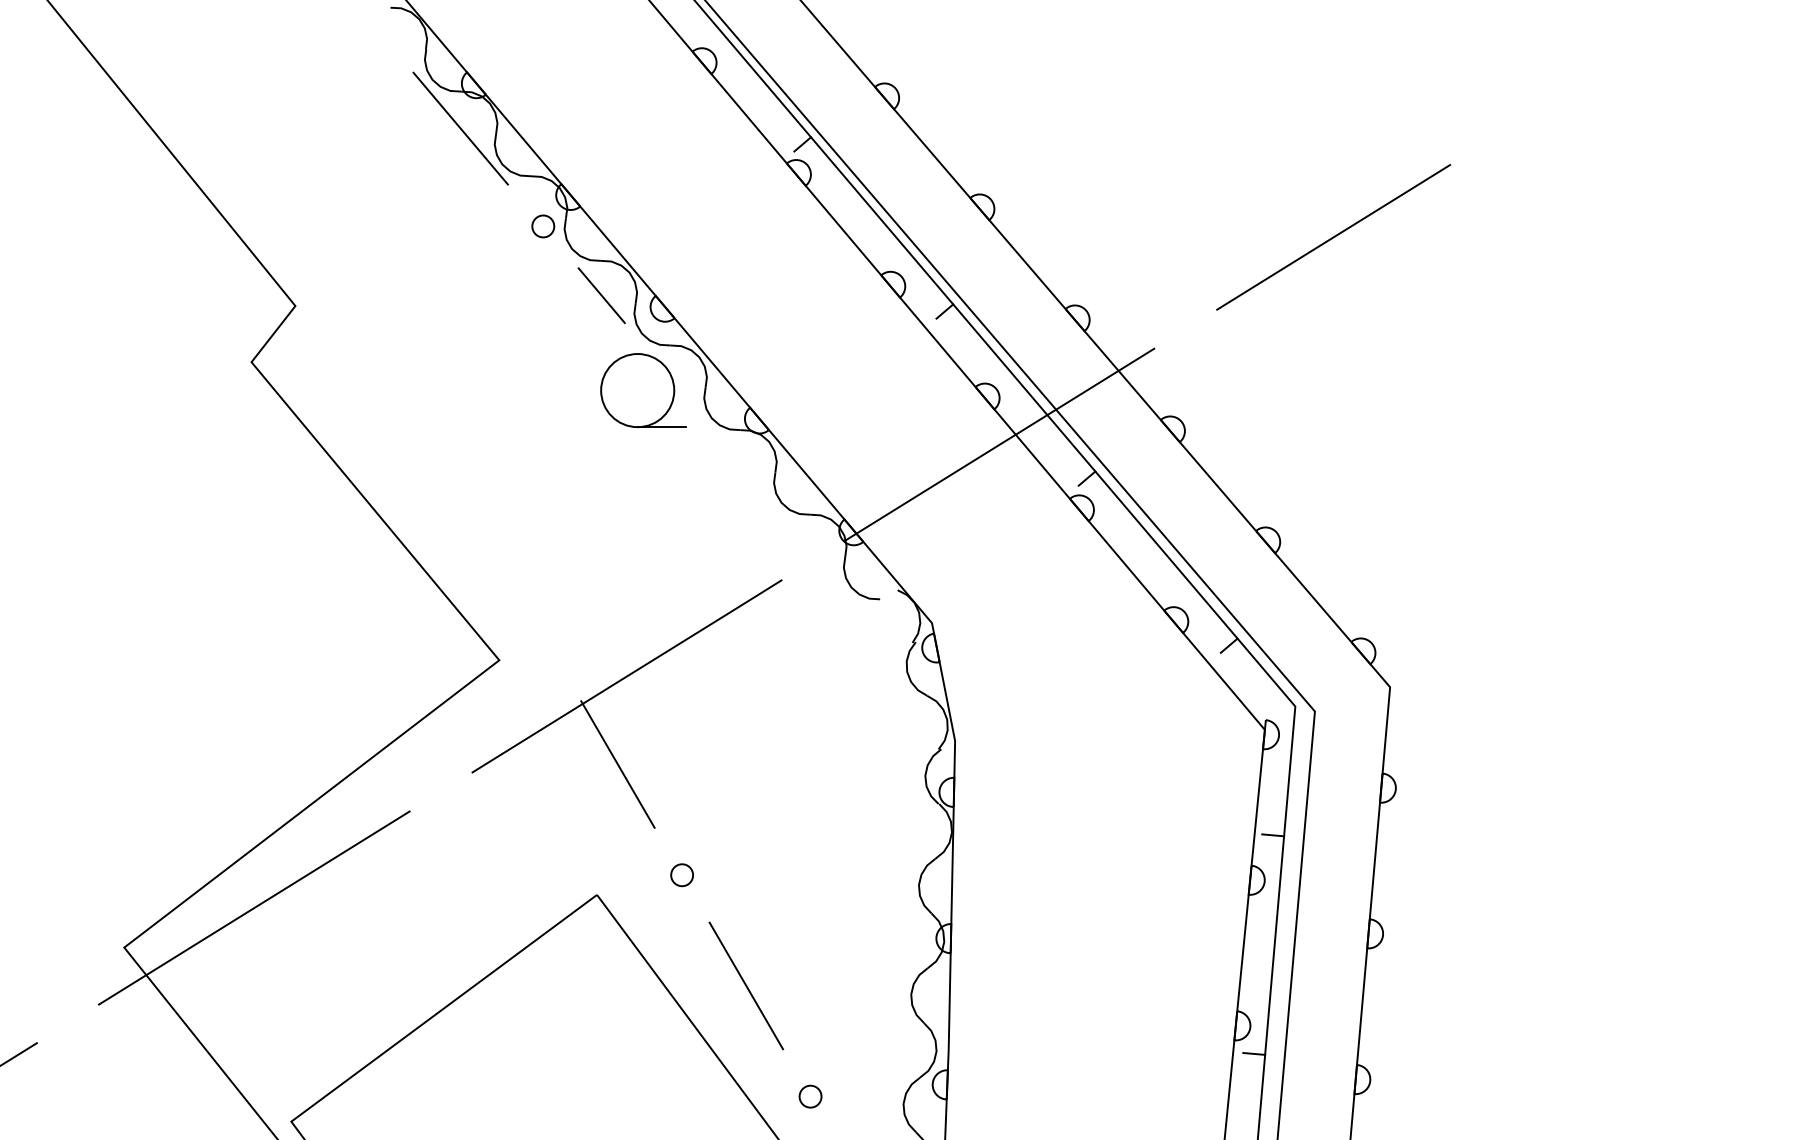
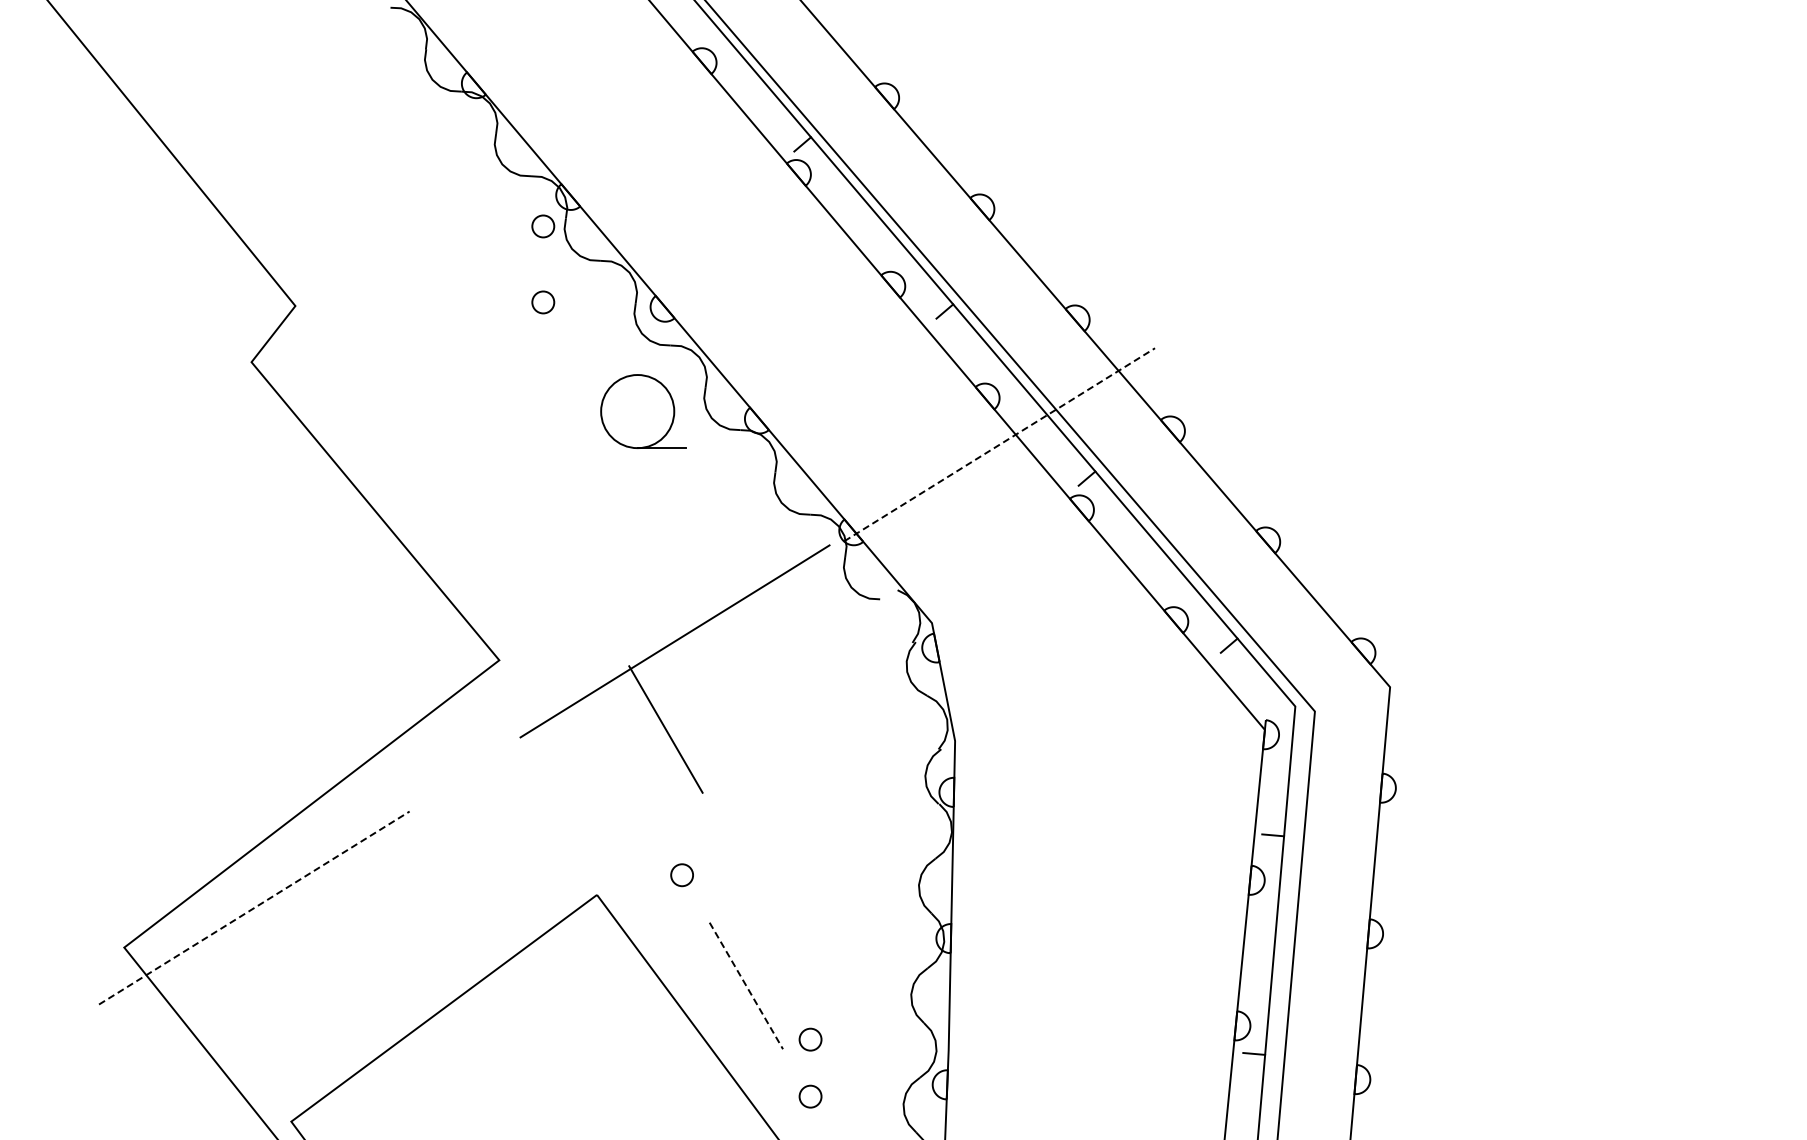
line at (460, 128): present -> none
line at (1333, 237): present -> none
line at (601, 295): present -> none
circle at (543, 302): none -> present
part at (643, 390) position: (643, 390) -> (643, 411)
line at (998, 445): solid -> dashed
part at (616, 684) position: (616, 684) -> (664, 649)
line at (254, 908): solid -> dashed
line at (746, 986): solid -> dashed
circle at (810, 1039): none -> present
line at (19, 1053): present -> none
